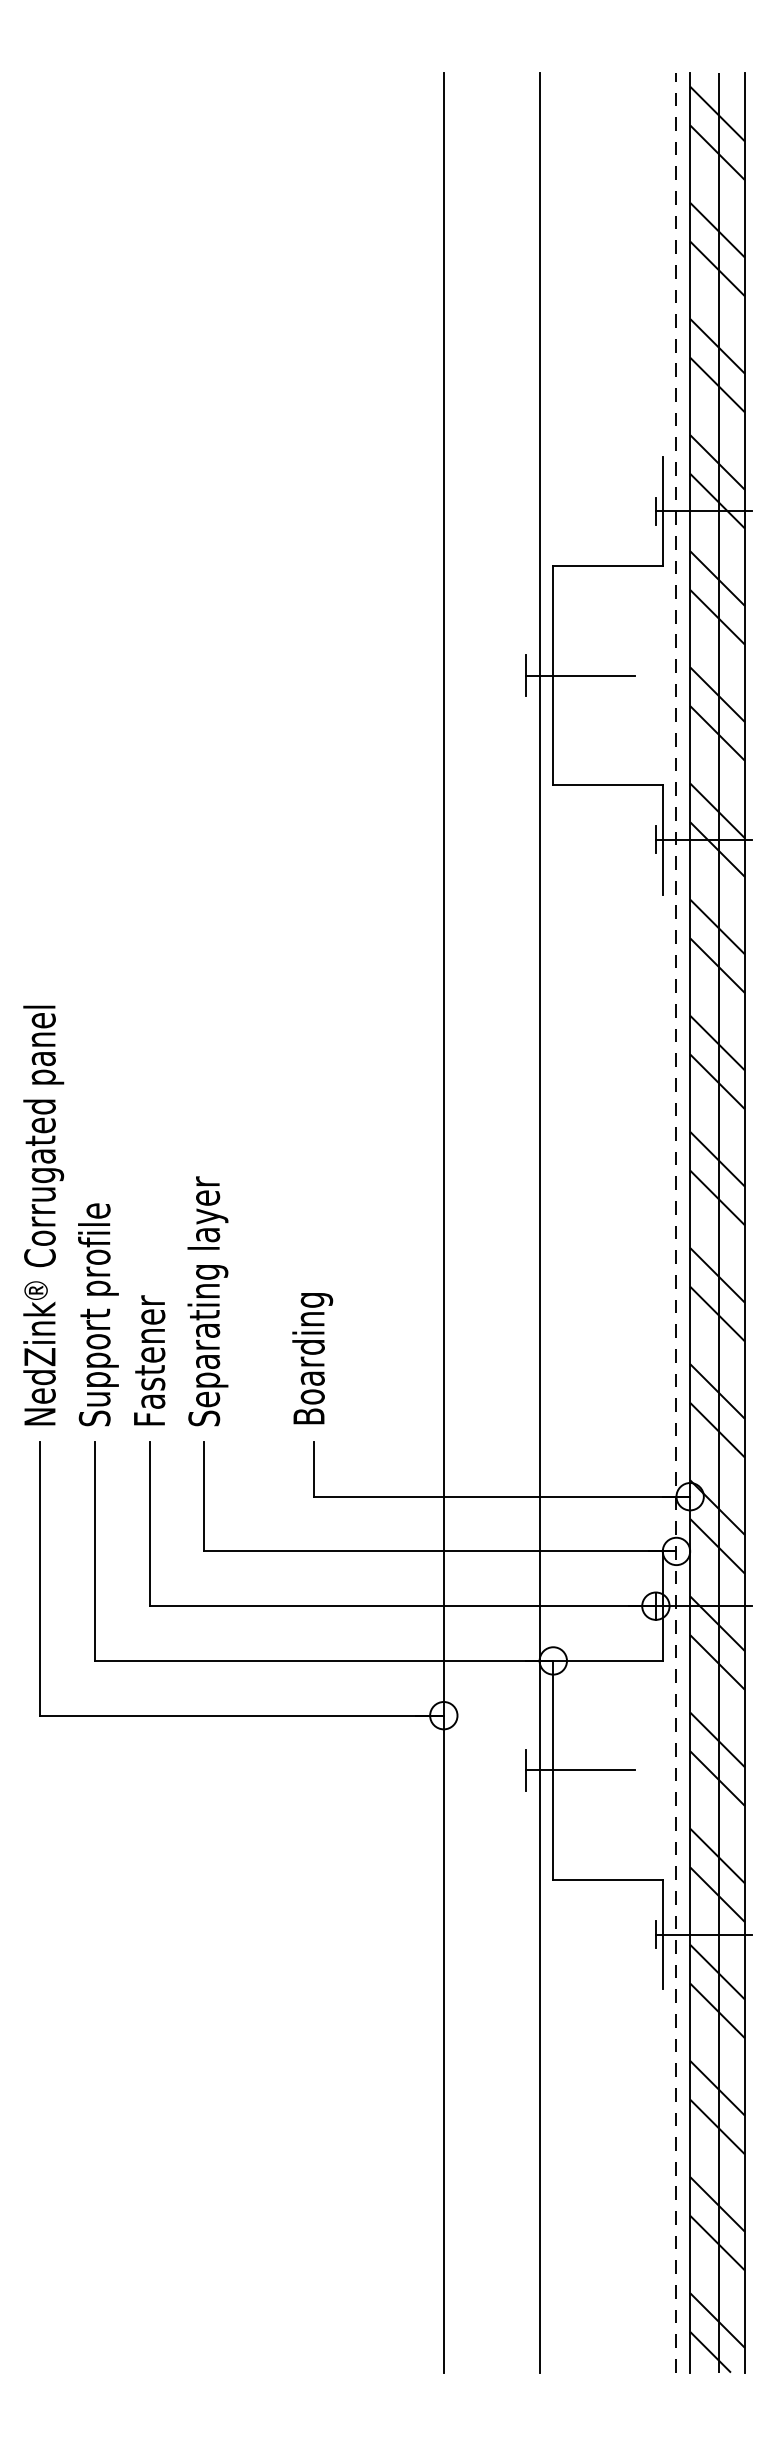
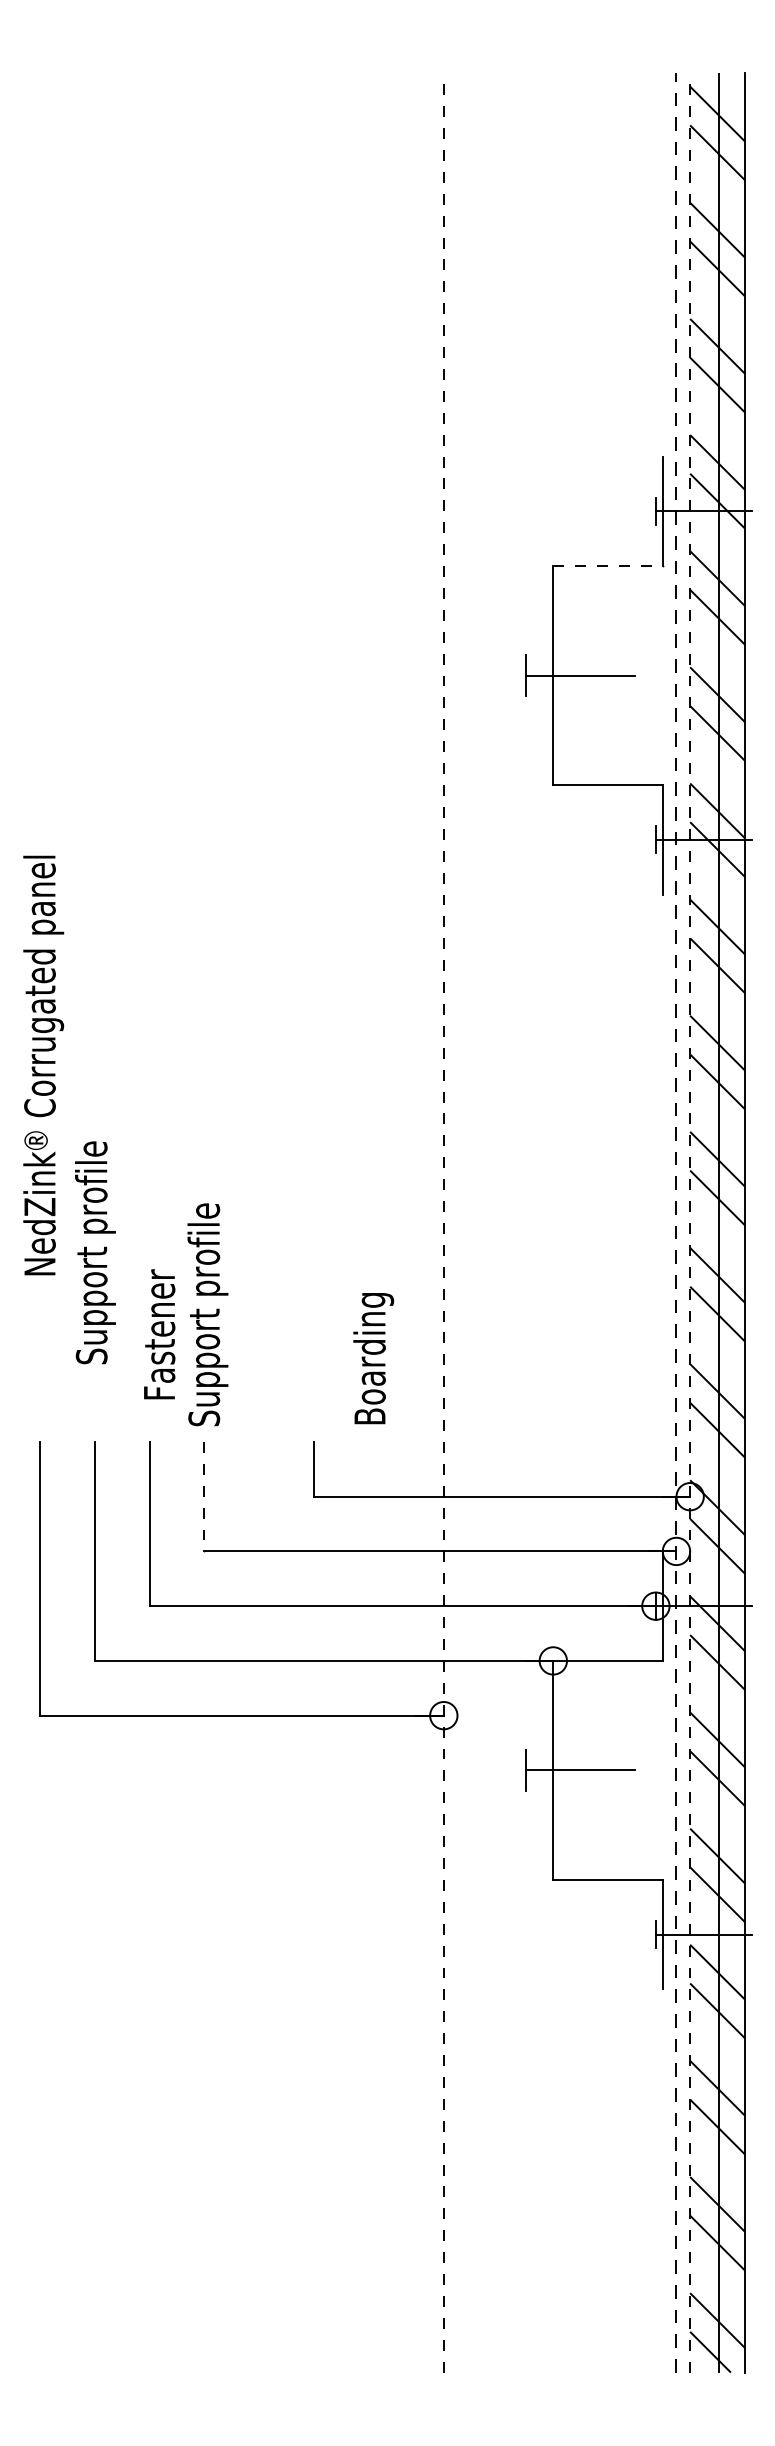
line at (608, 566): solid -> dashed
text at (43, 1215) position: (43, 1215) -> (43, 1065)
line at (443, 1222): solid -> dashed
line at (539, 1222): present -> none
line at (690, 1222): solid -> dashed
text at (207, 1291): Separating layer -> Support profile
text at (98, 1314) position: (98, 1314) -> (95, 1252)
text at (312, 1358) position: (312, 1358) -> (373, 1358)
text at (149, 1360) position: (149, 1360) -> (159, 1334)
line at (204, 1496): solid -> dashed
